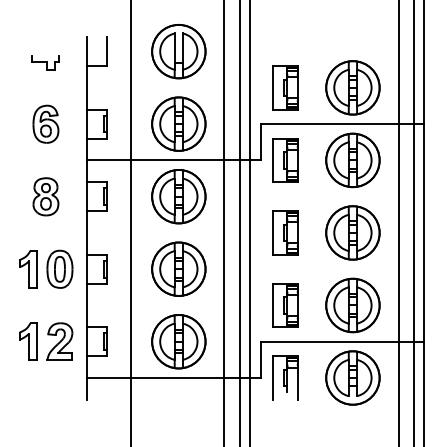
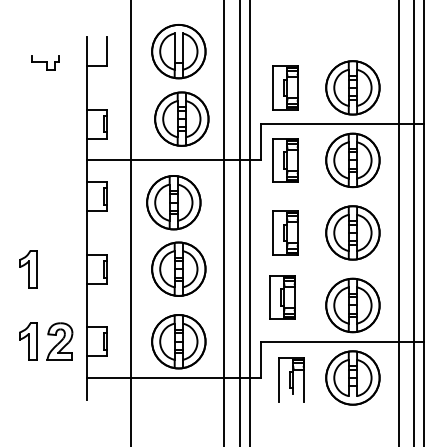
part at (45, 123): present -> none
part at (178, 123) position: (178, 123) -> (181, 118)
part at (45, 196): present -> none
part at (178, 196) position: (178, 196) -> (173, 202)
part at (59, 268): present -> none
part at (285, 305) position: (285, 305) -> (282, 297)
part at (285, 377) position: (285, 377) -> (291, 379)
